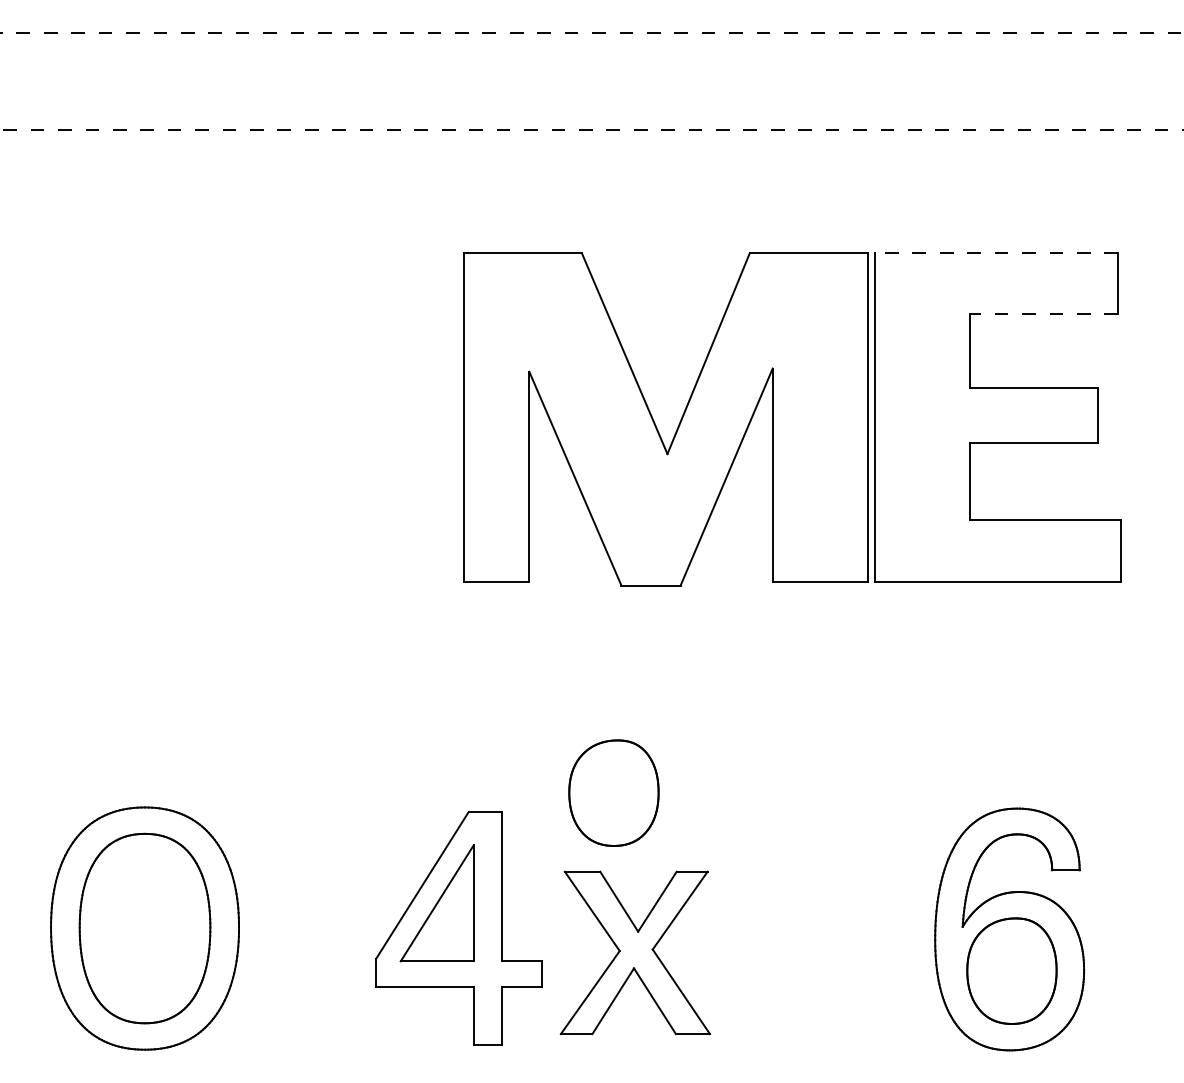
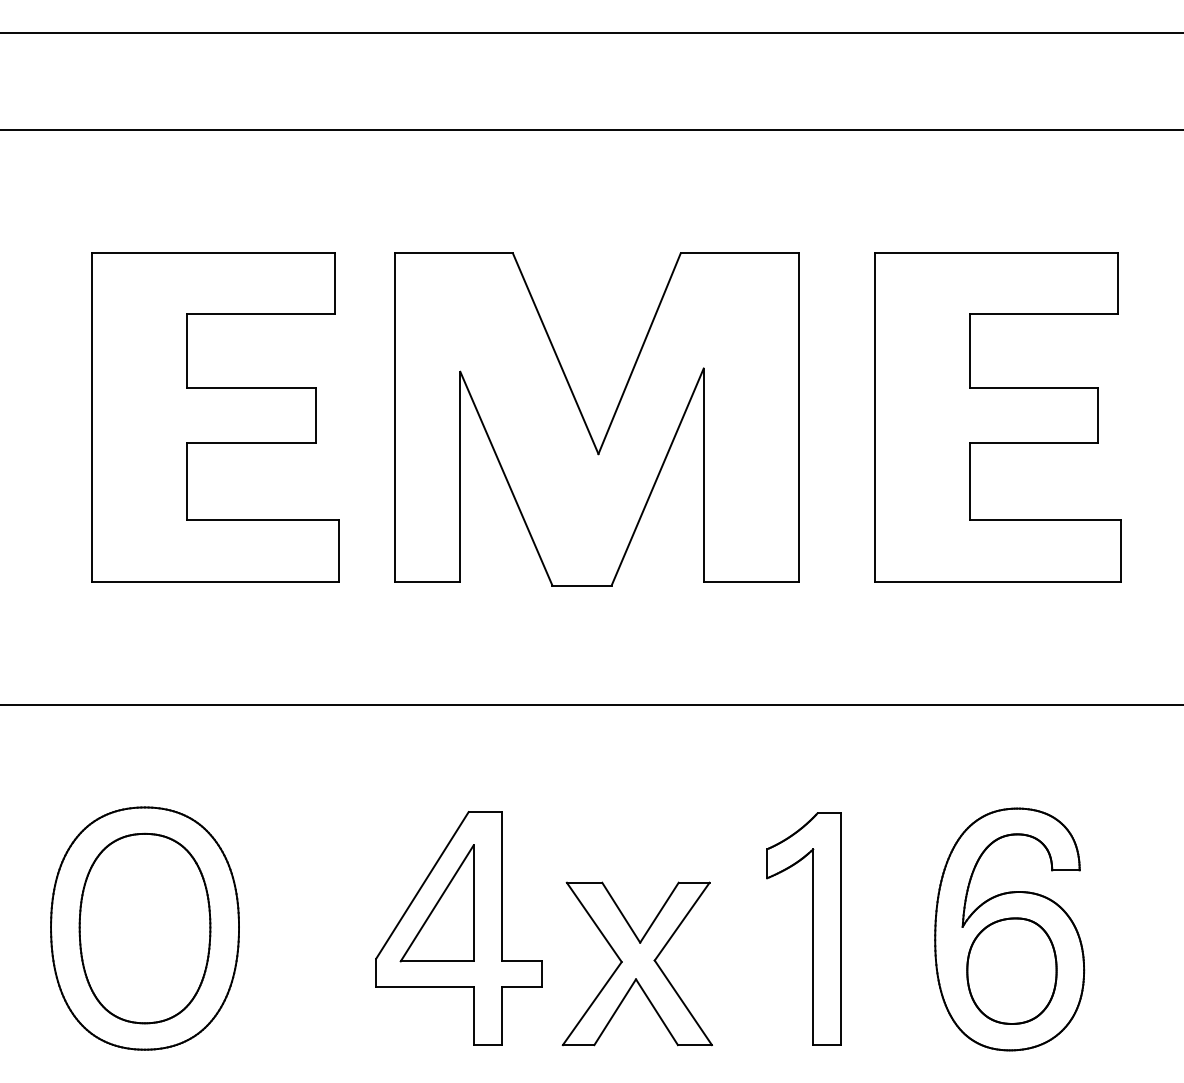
line at (592, 32): dashed -> solid
line at (592, 129): dashed -> solid
line at (996, 253): dashed -> solid
line at (1044, 314): dashed -> solid
part at (215, 417): none -> present
part at (655, 423) position: (655, 423) -> (586, 423)
line at (591, 705): none -> present
part at (613, 792): present -> none
part at (812, 928): none -> present
part at (634, 952) position: (634, 952) -> (636, 963)
